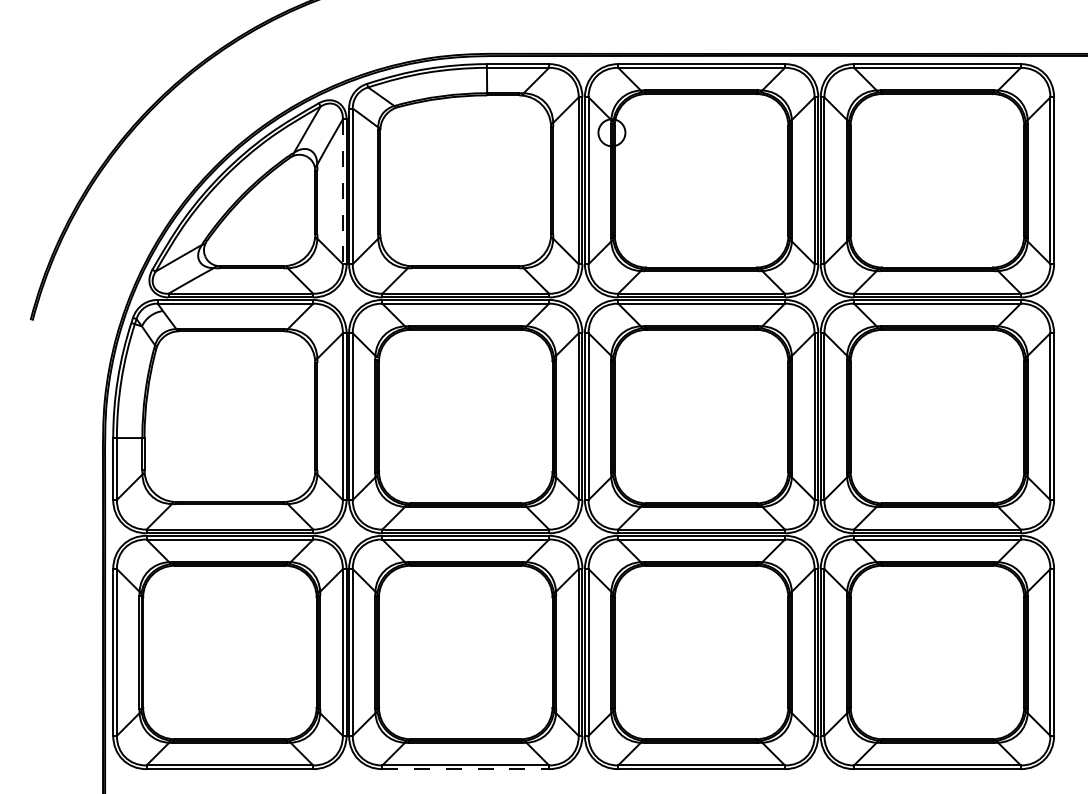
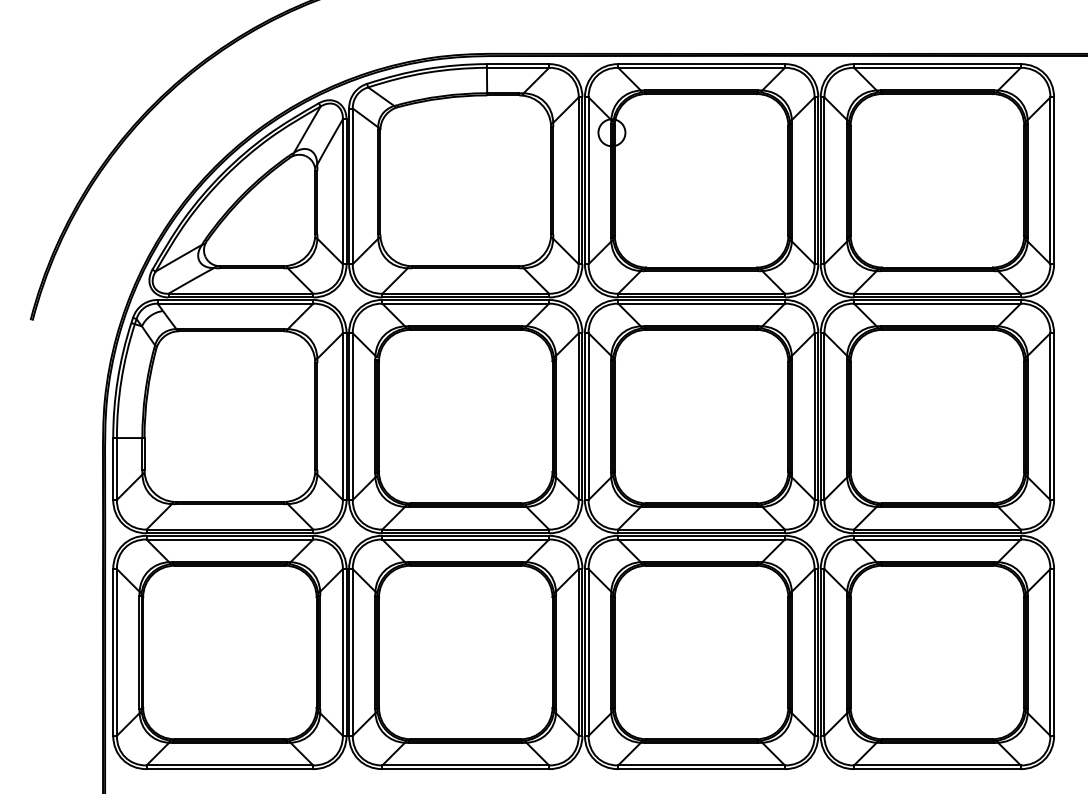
line at (342, 192): dashed -> solid
line at (466, 769): dashed -> solid
